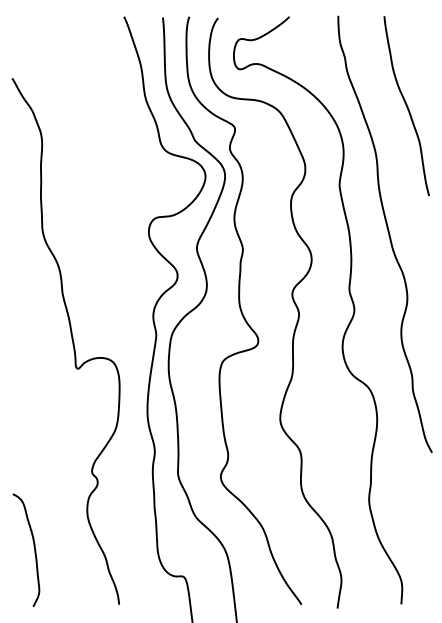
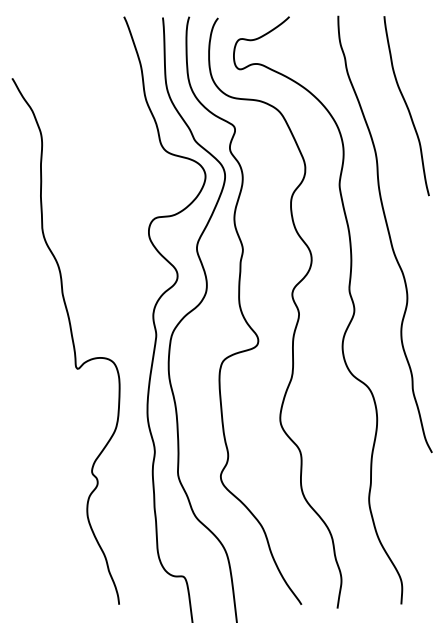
curve at (33, 547): present -> none
